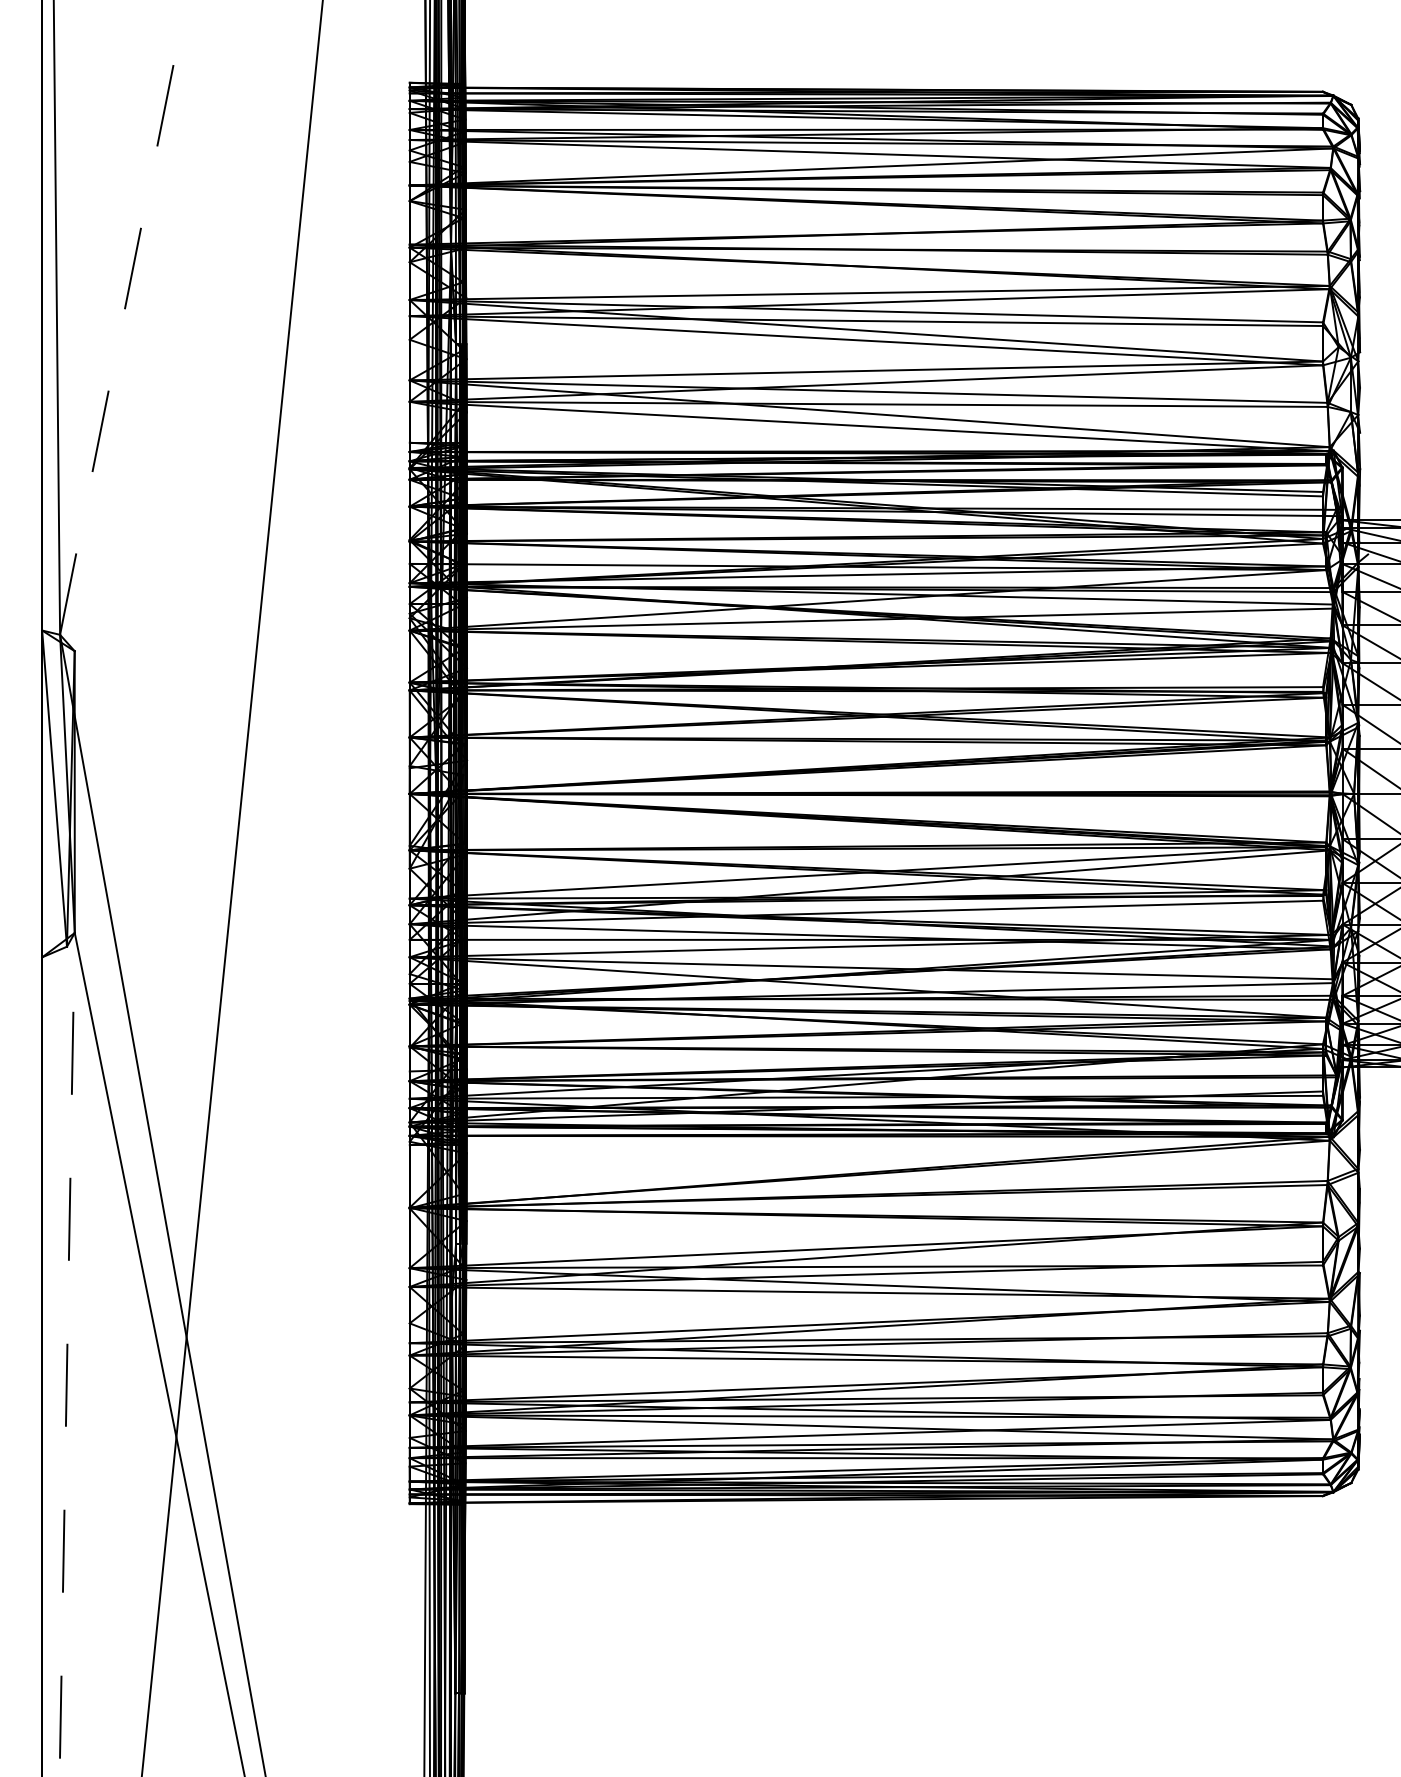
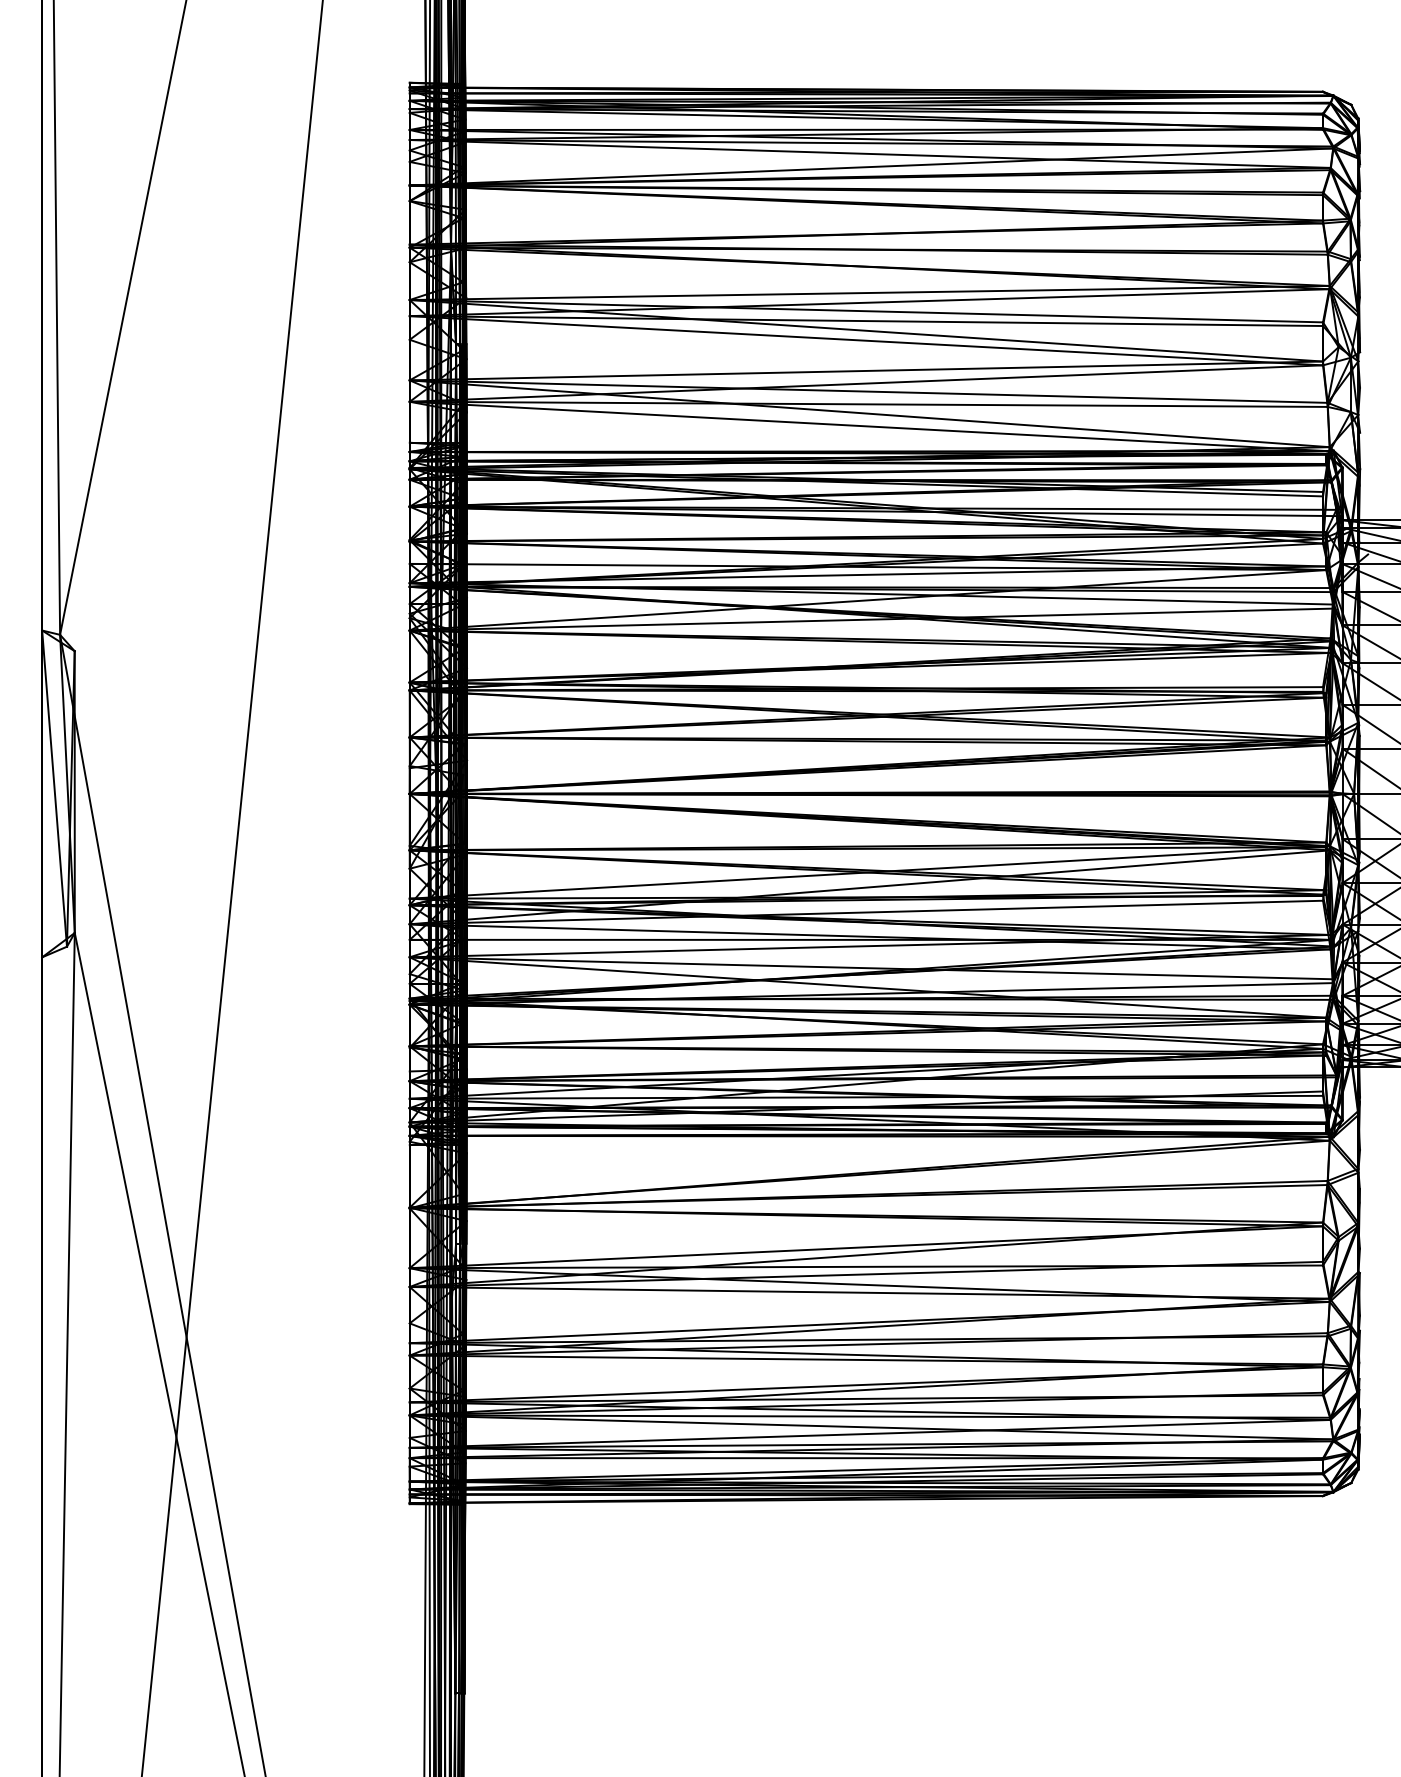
line at (123, 317): dashed -> solid
line at (67, 1354): dashed -> solid
